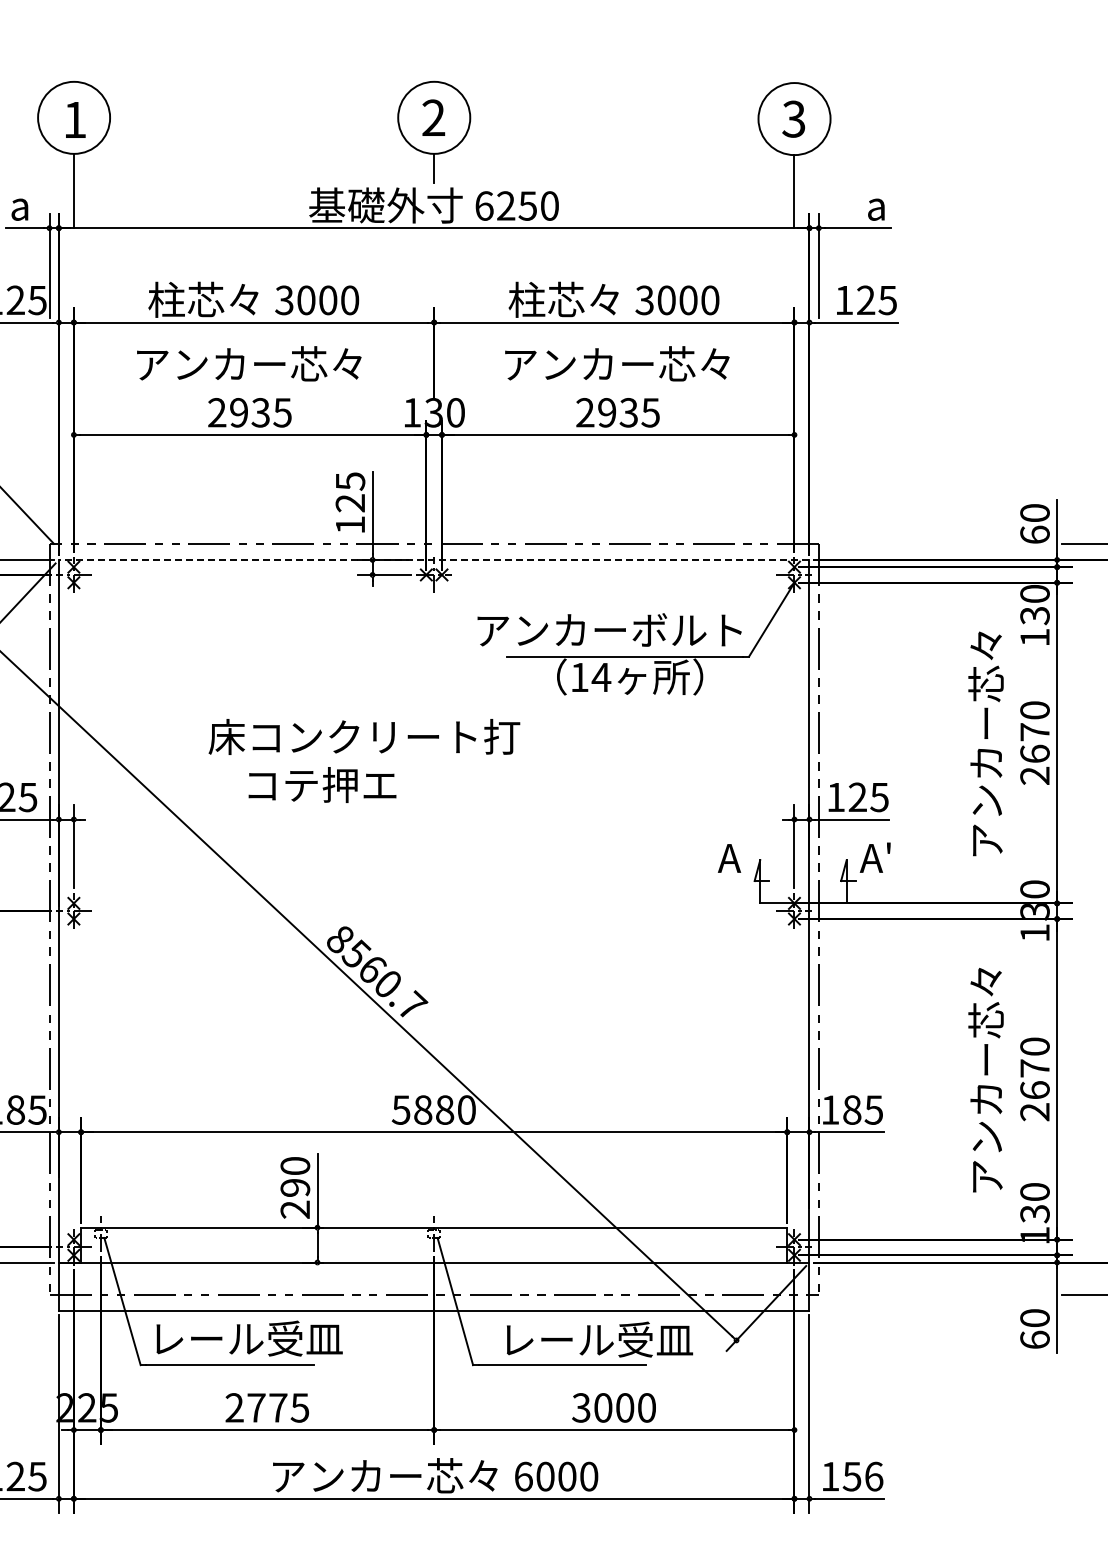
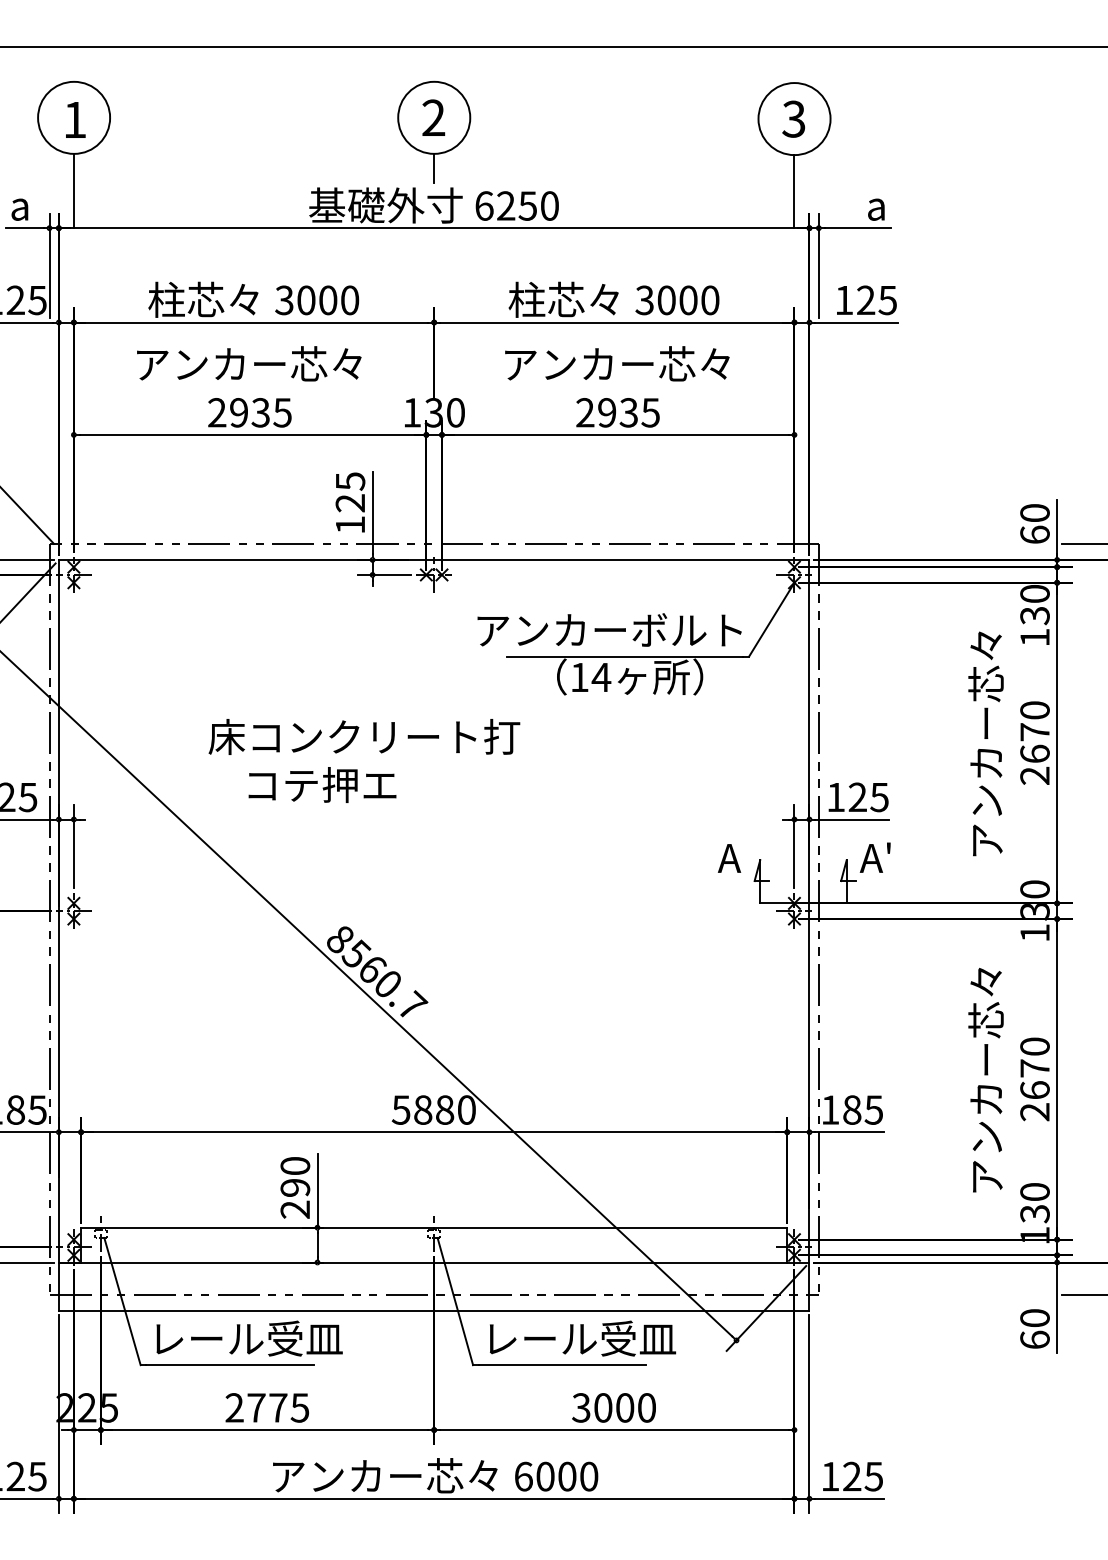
line at (553, 46): none -> present
line at (433, 559): dashed -> solid
text at (600, 1339) position: (600, 1339) -> (583, 1338)
text at (862, 1476): 156 -> 125
